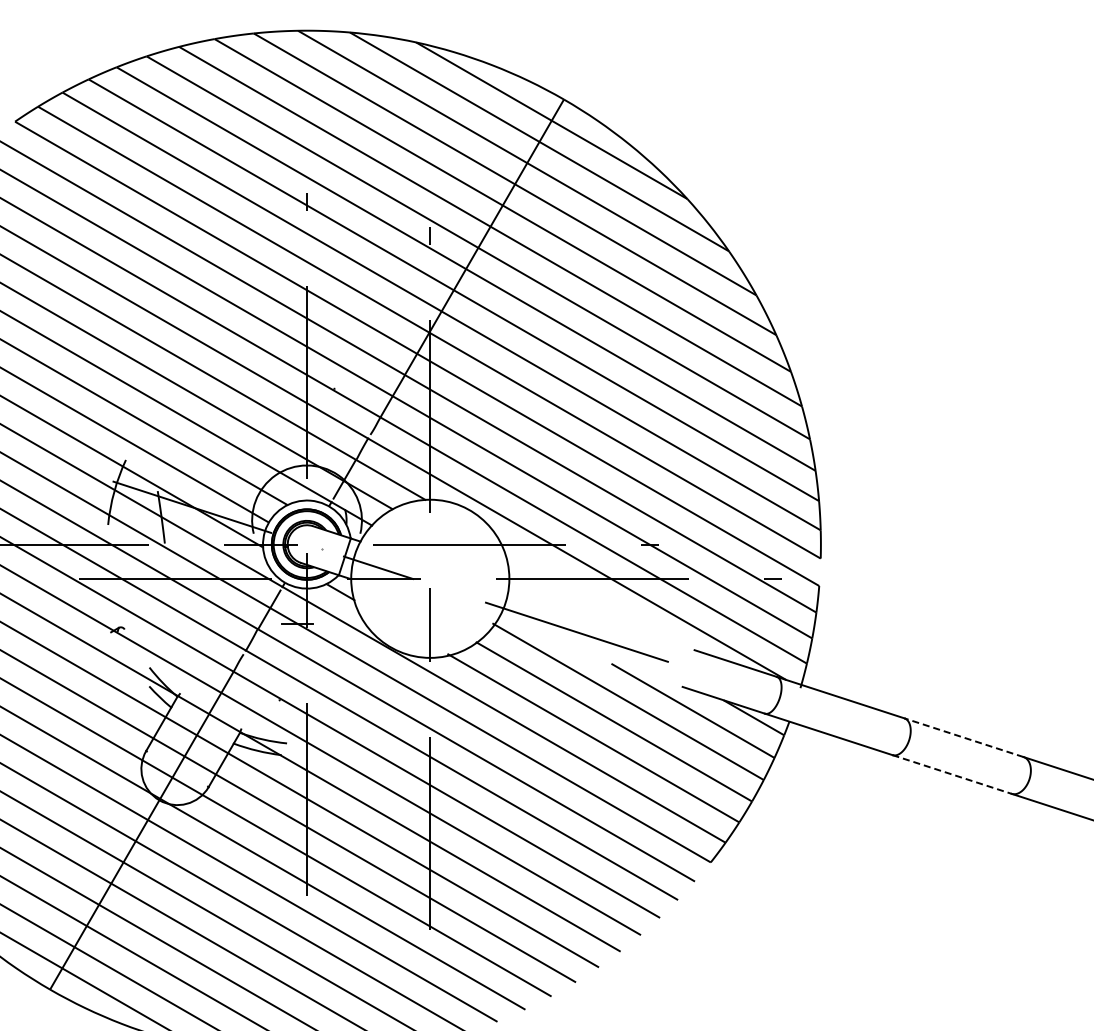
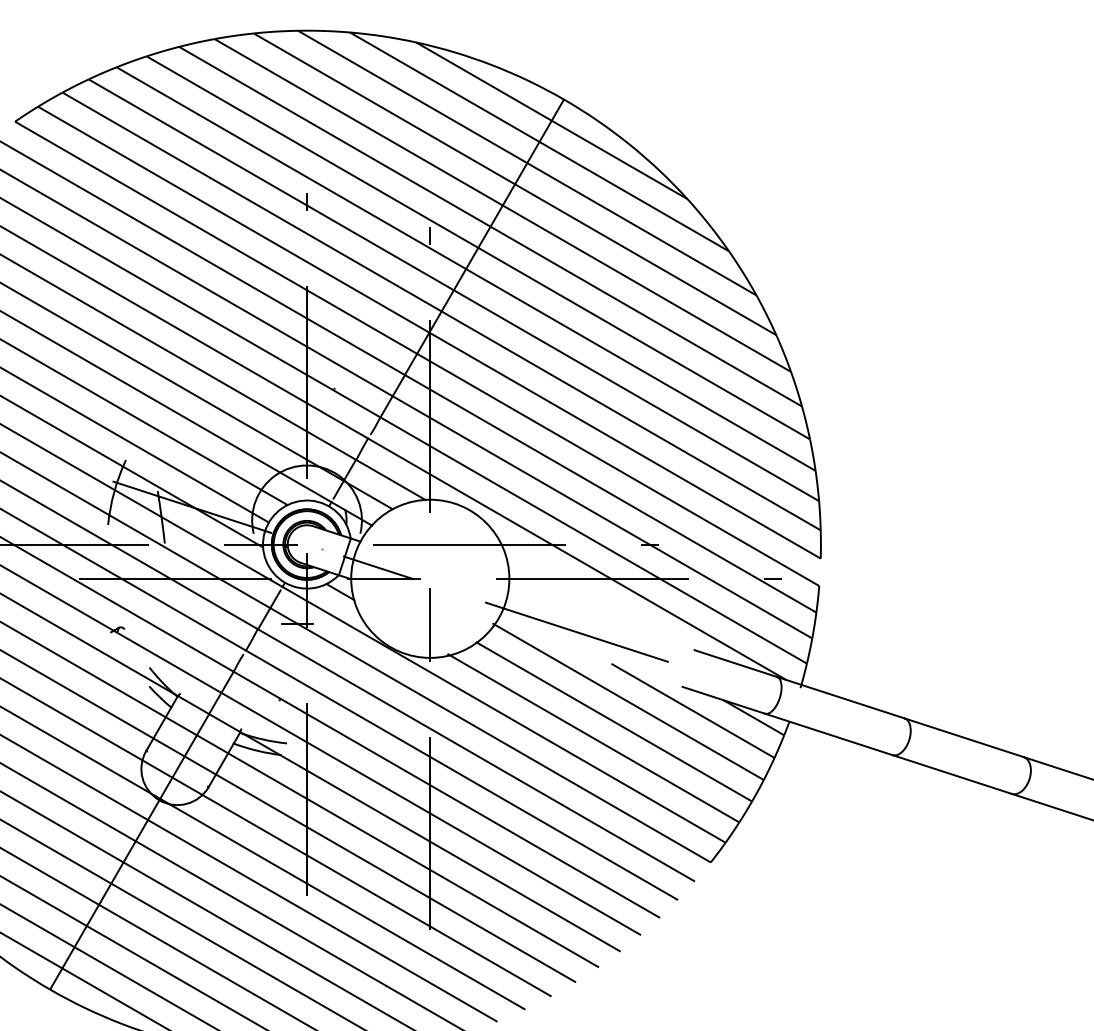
line at (964, 737): dashed -> solid
line at (952, 774): dashed -> solid
